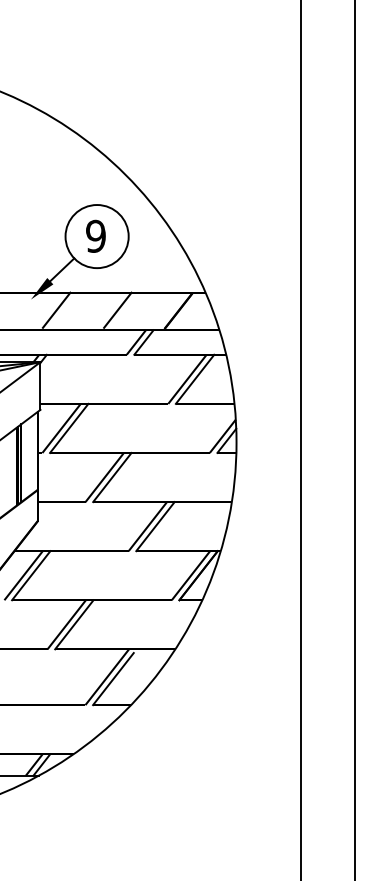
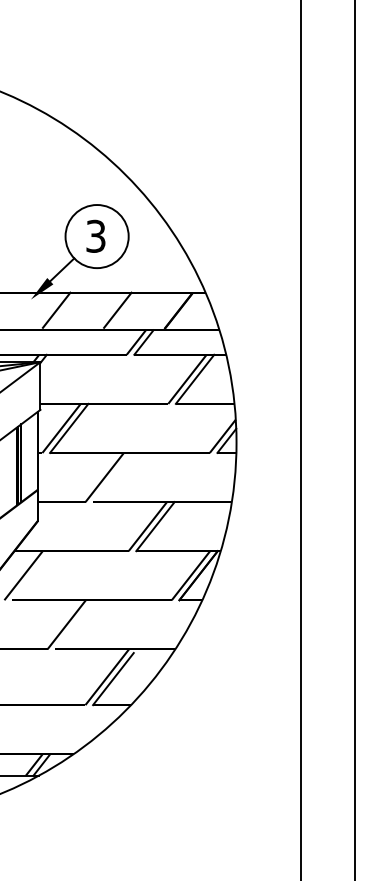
text at (95, 235): 9 -> 3
line at (112, 477): present -> none
line at (31, 575): present -> none
line at (74, 624): present -> none
